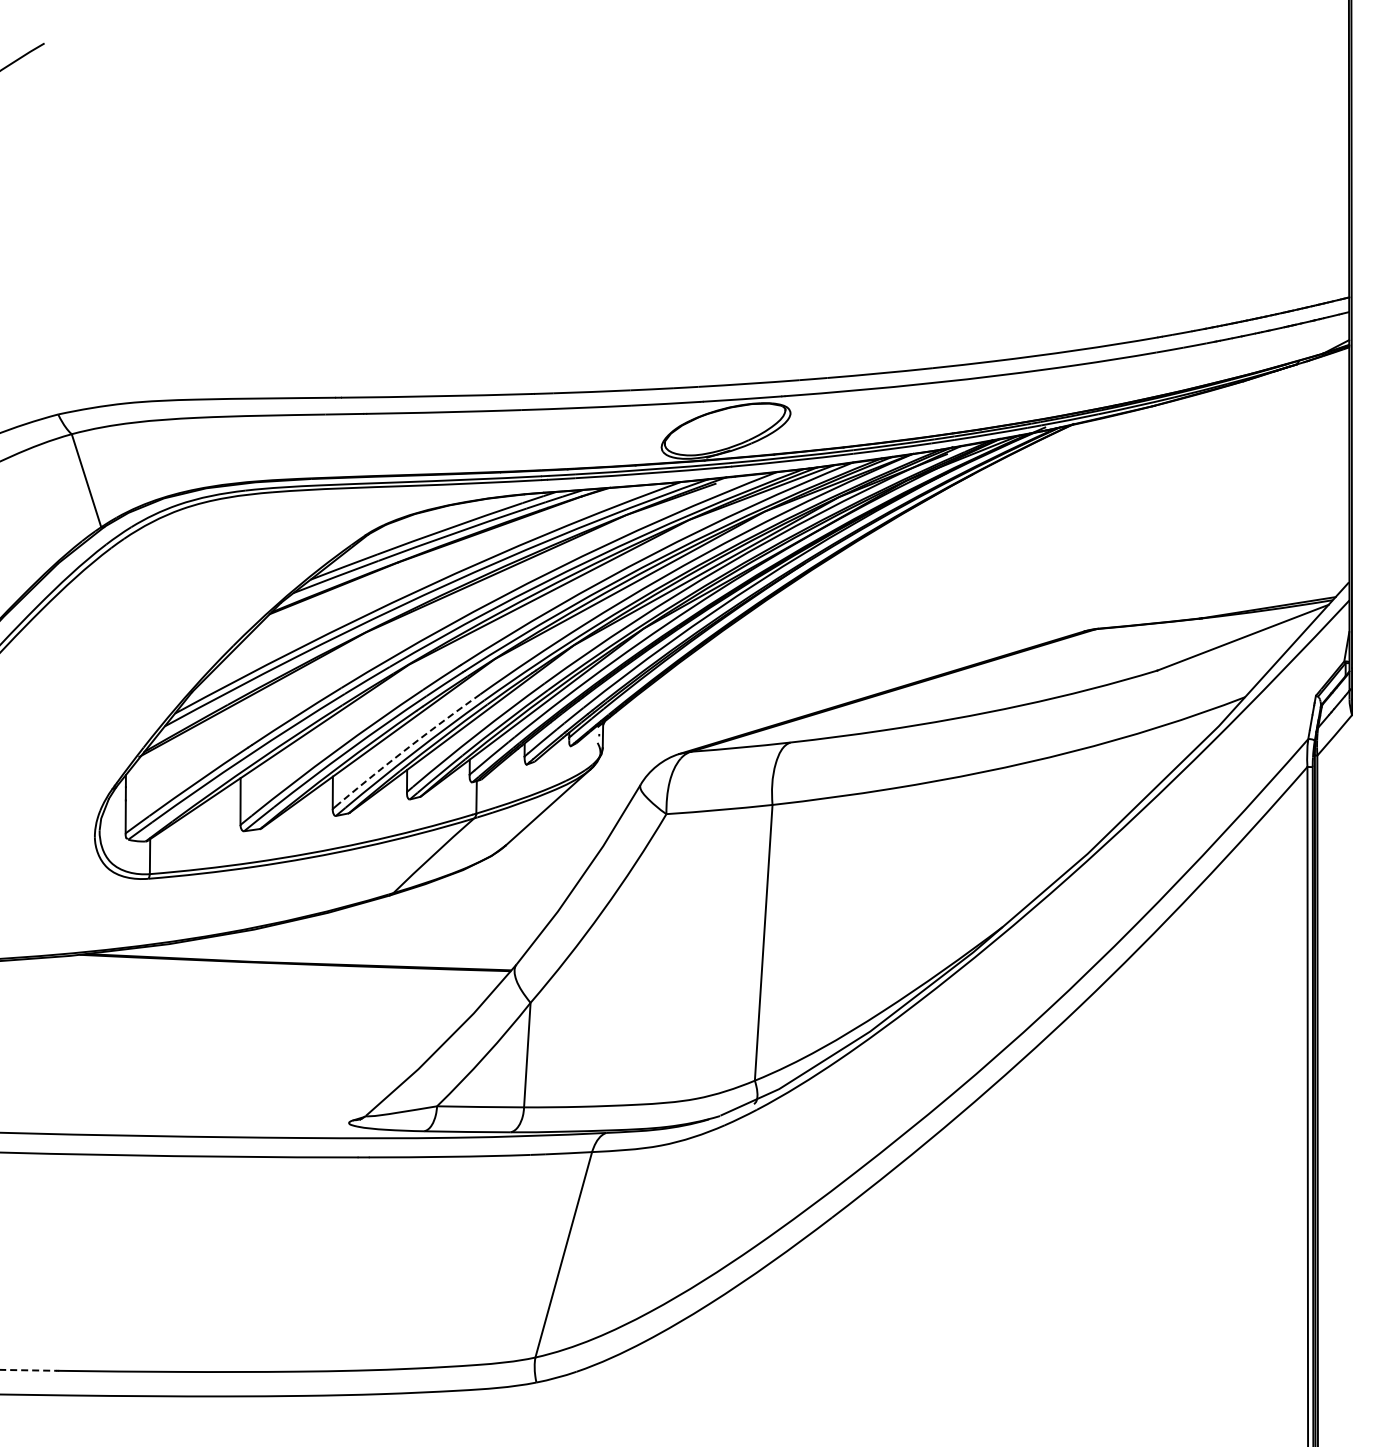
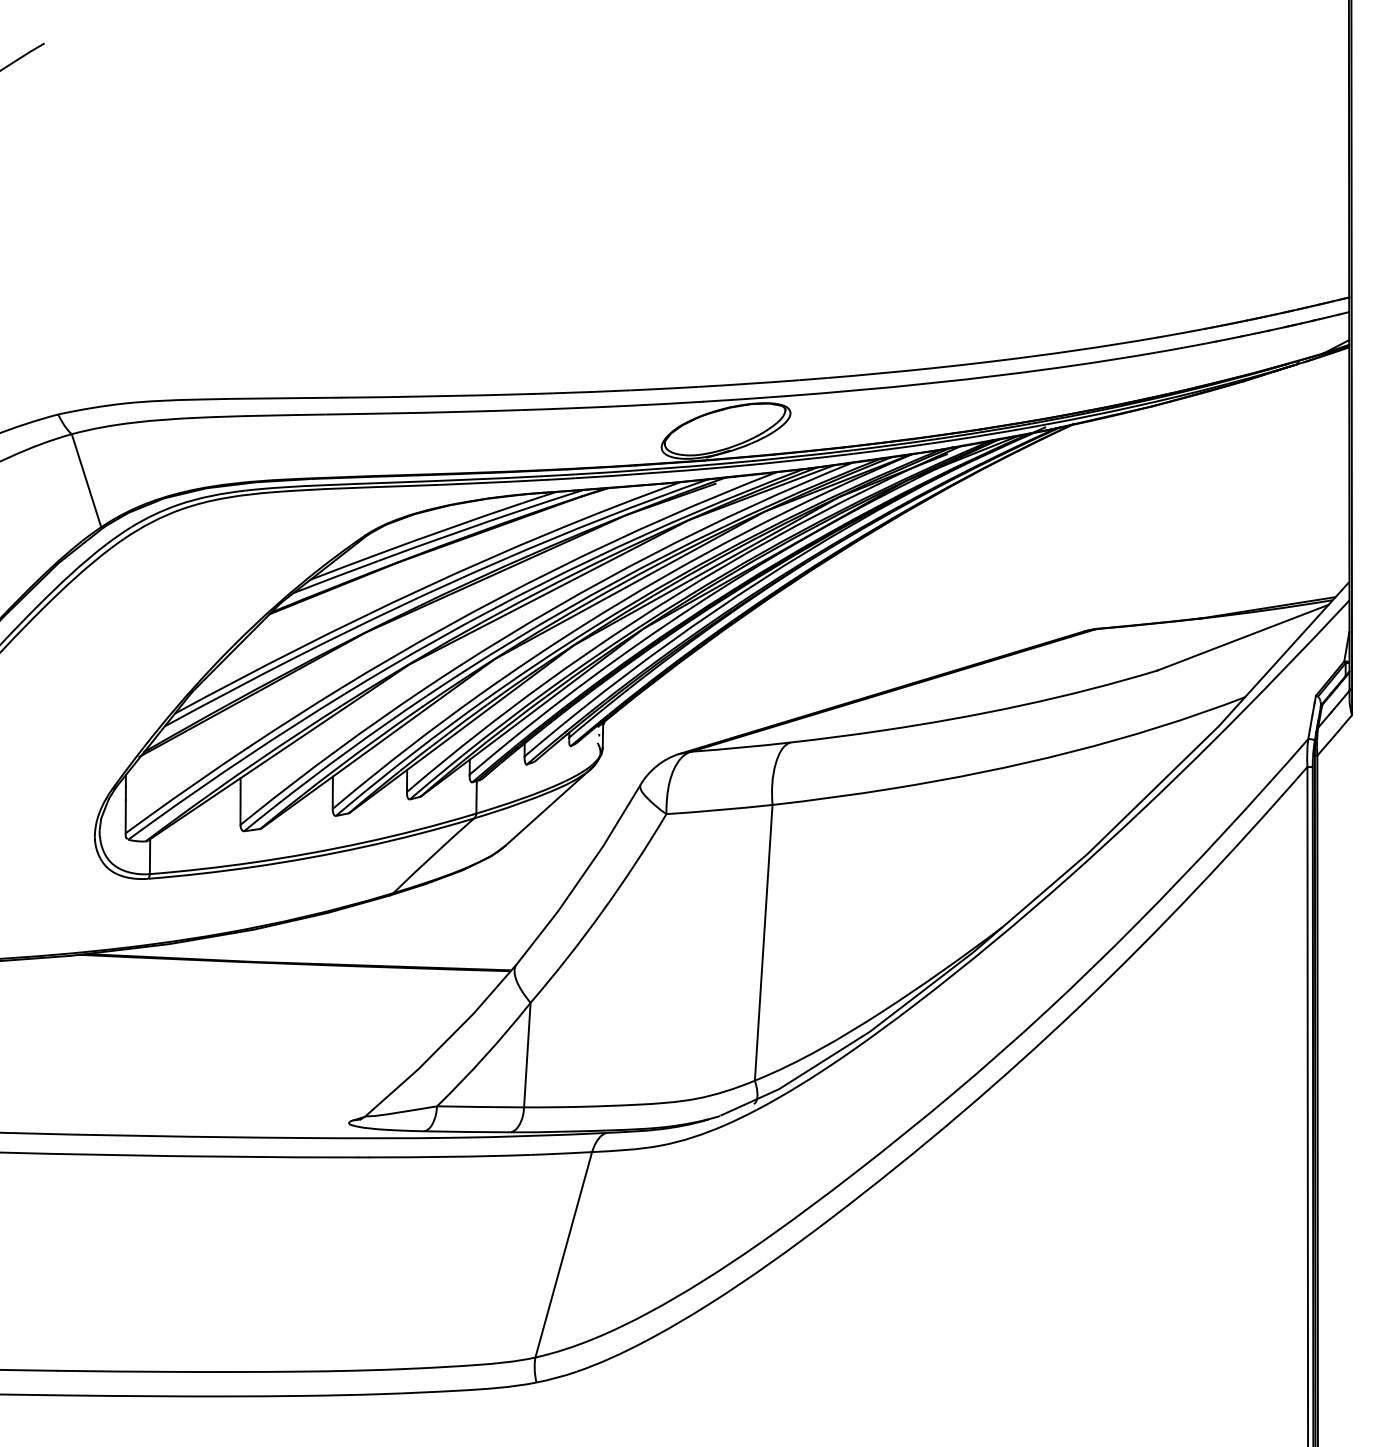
arc at (409, 746): dashed -> solid
arc at (29, 1370): dashed -> solid
